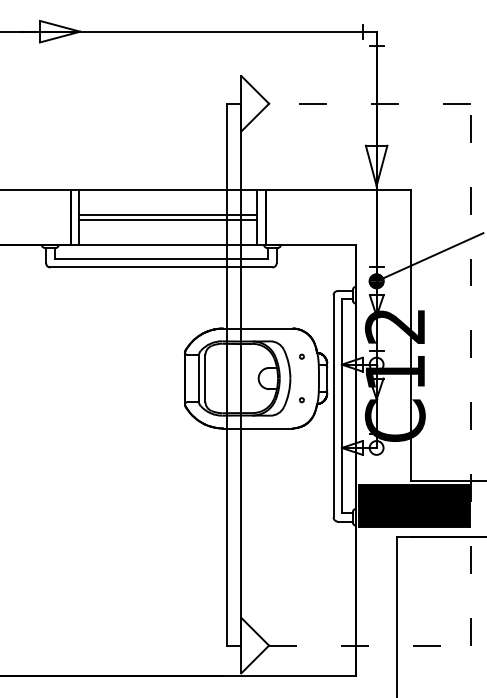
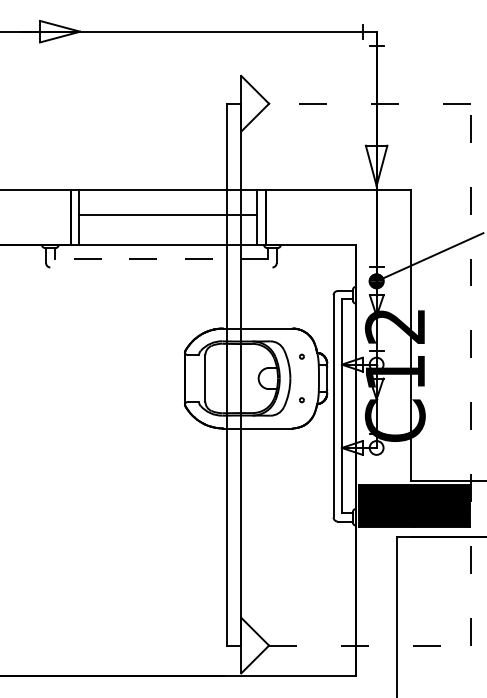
line at (168, 220): present -> none
line at (161, 259): solid -> dashed
line at (161, 267): present -> none
line at (198, 378): present -> none
